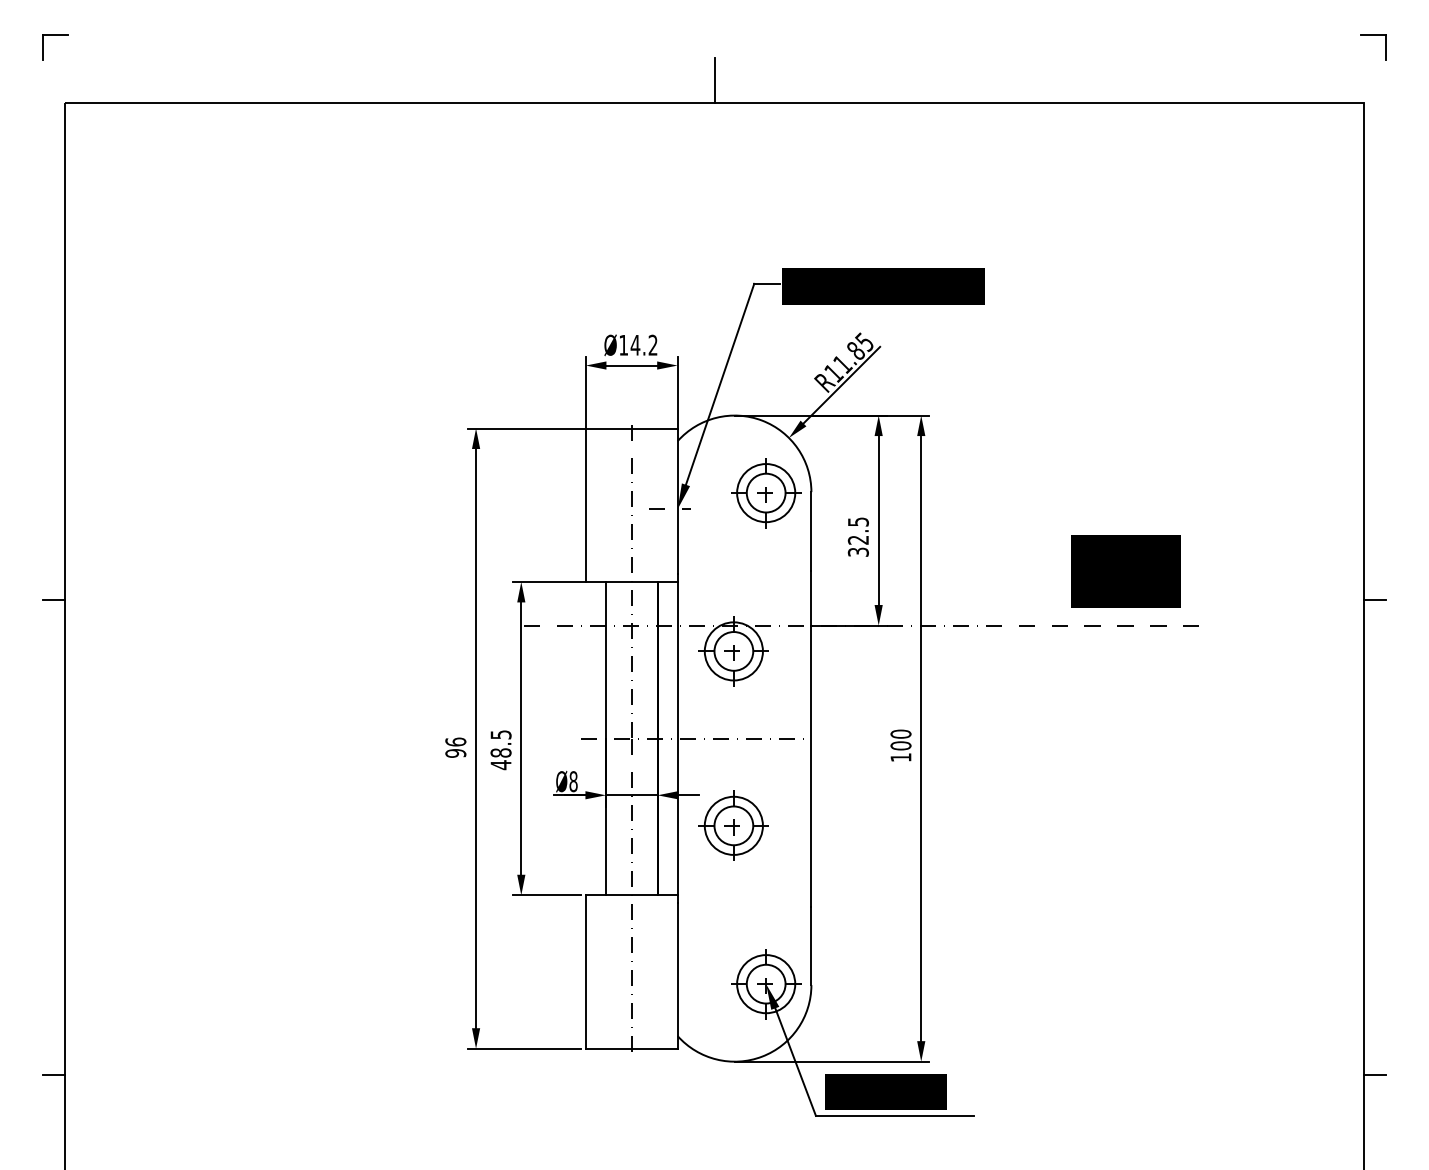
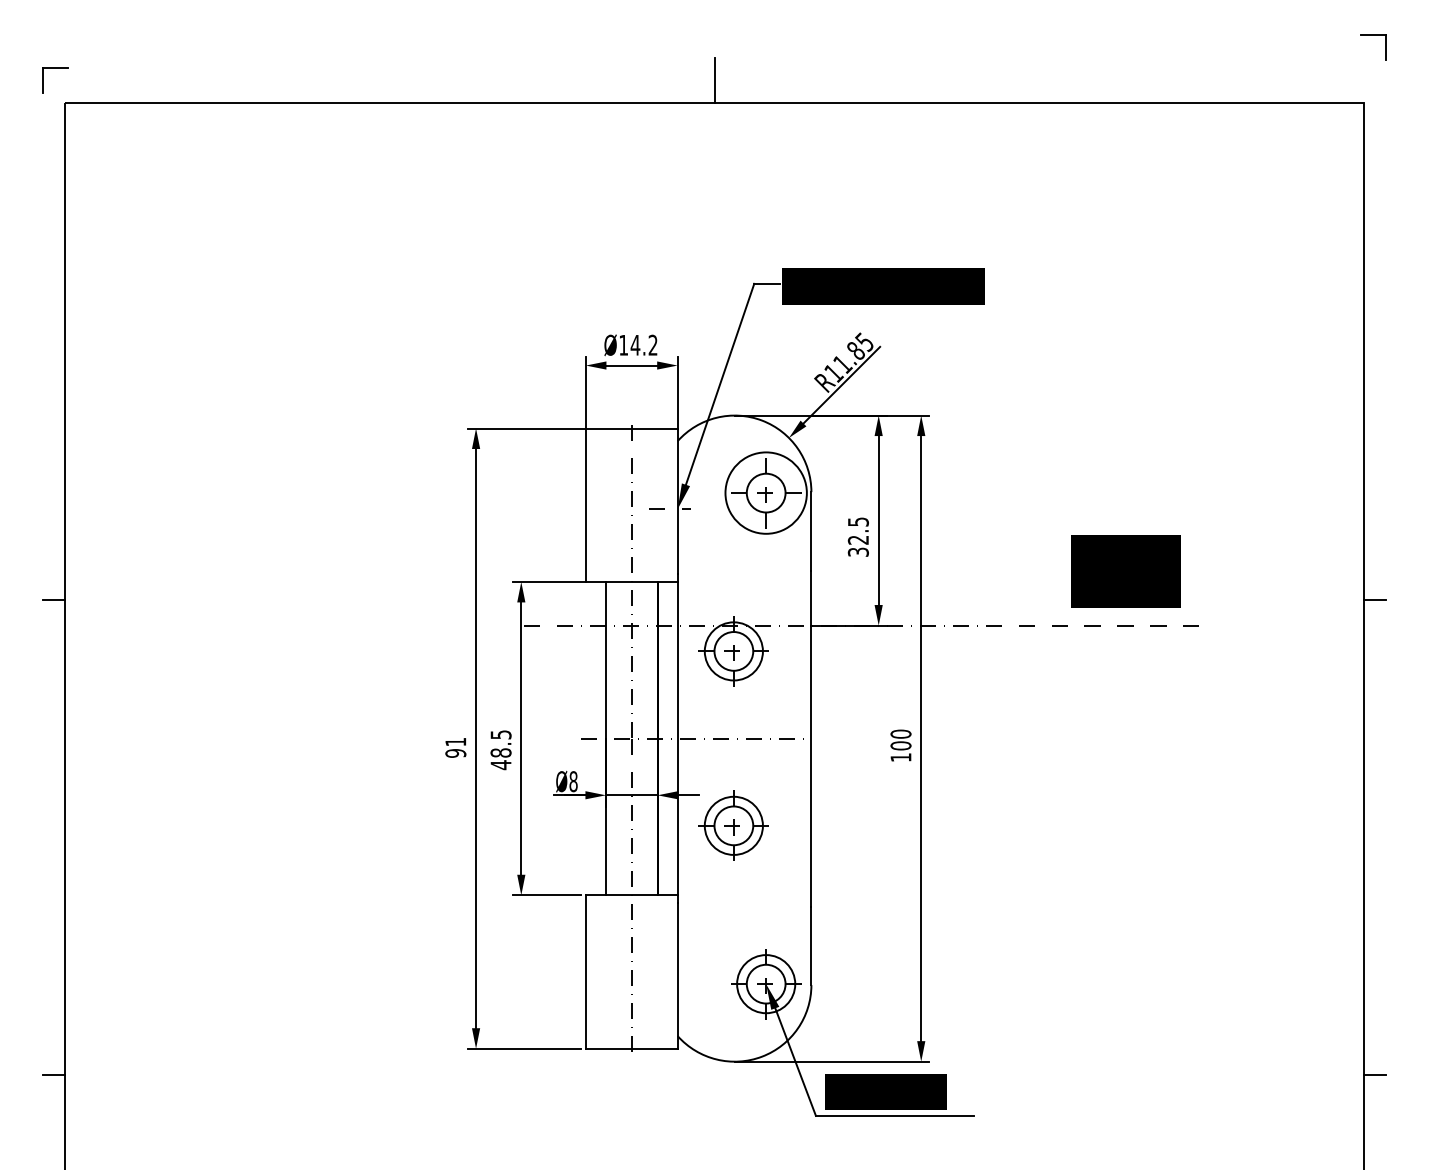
part at (55, 35) position: (55, 35) -> (55, 68)
circle at (766, 493) diameter: 58 px -> 81 px
text at (455, 741): 96 -> 91
